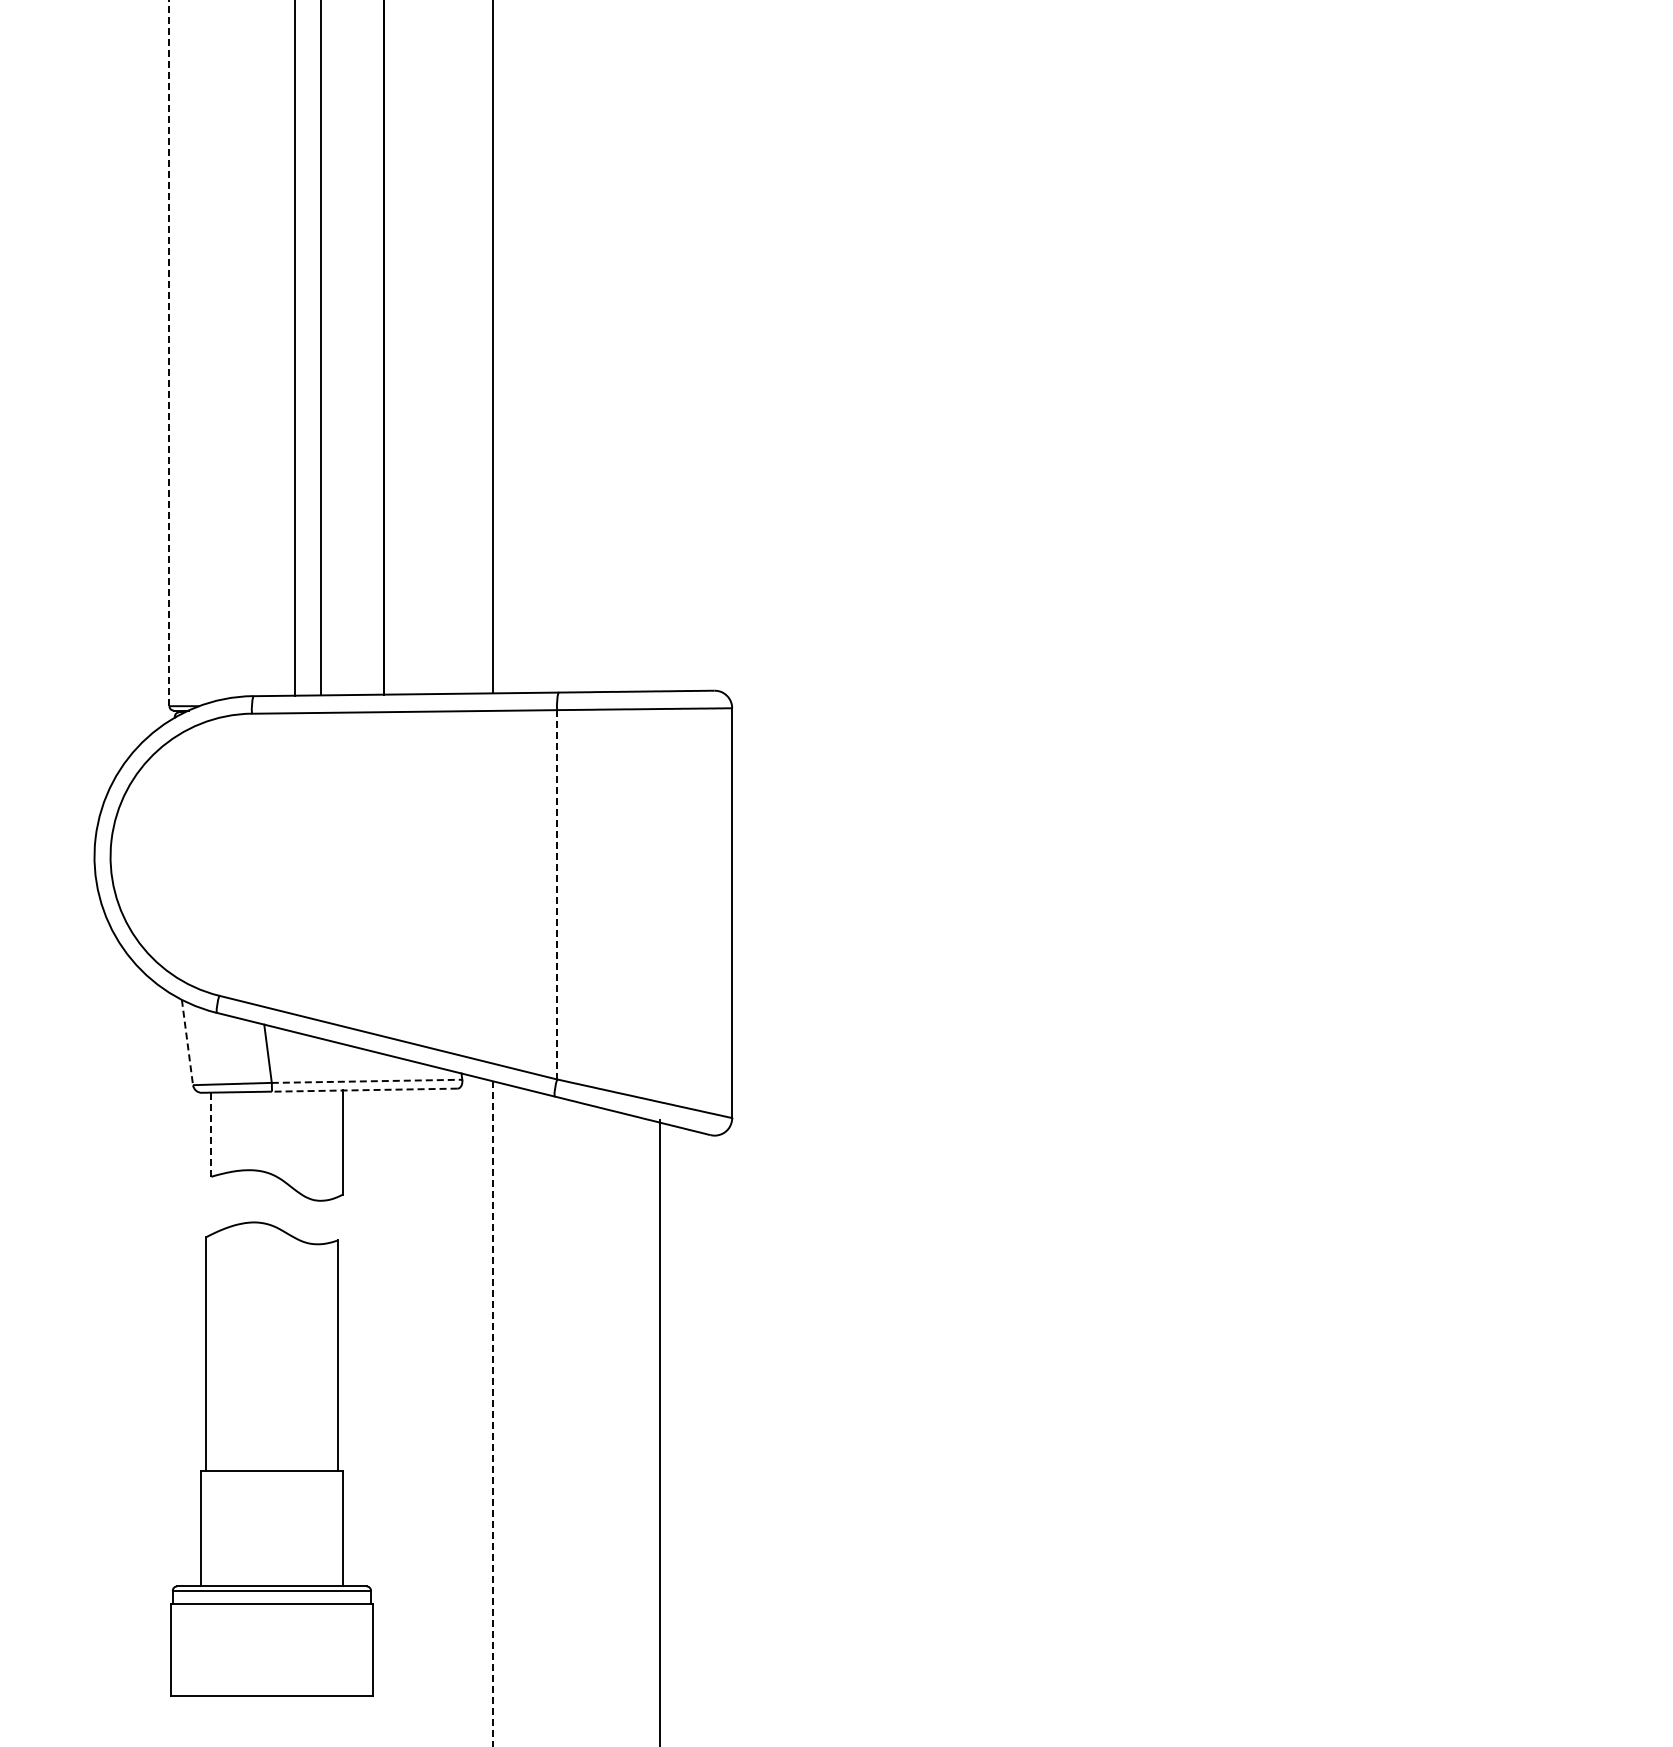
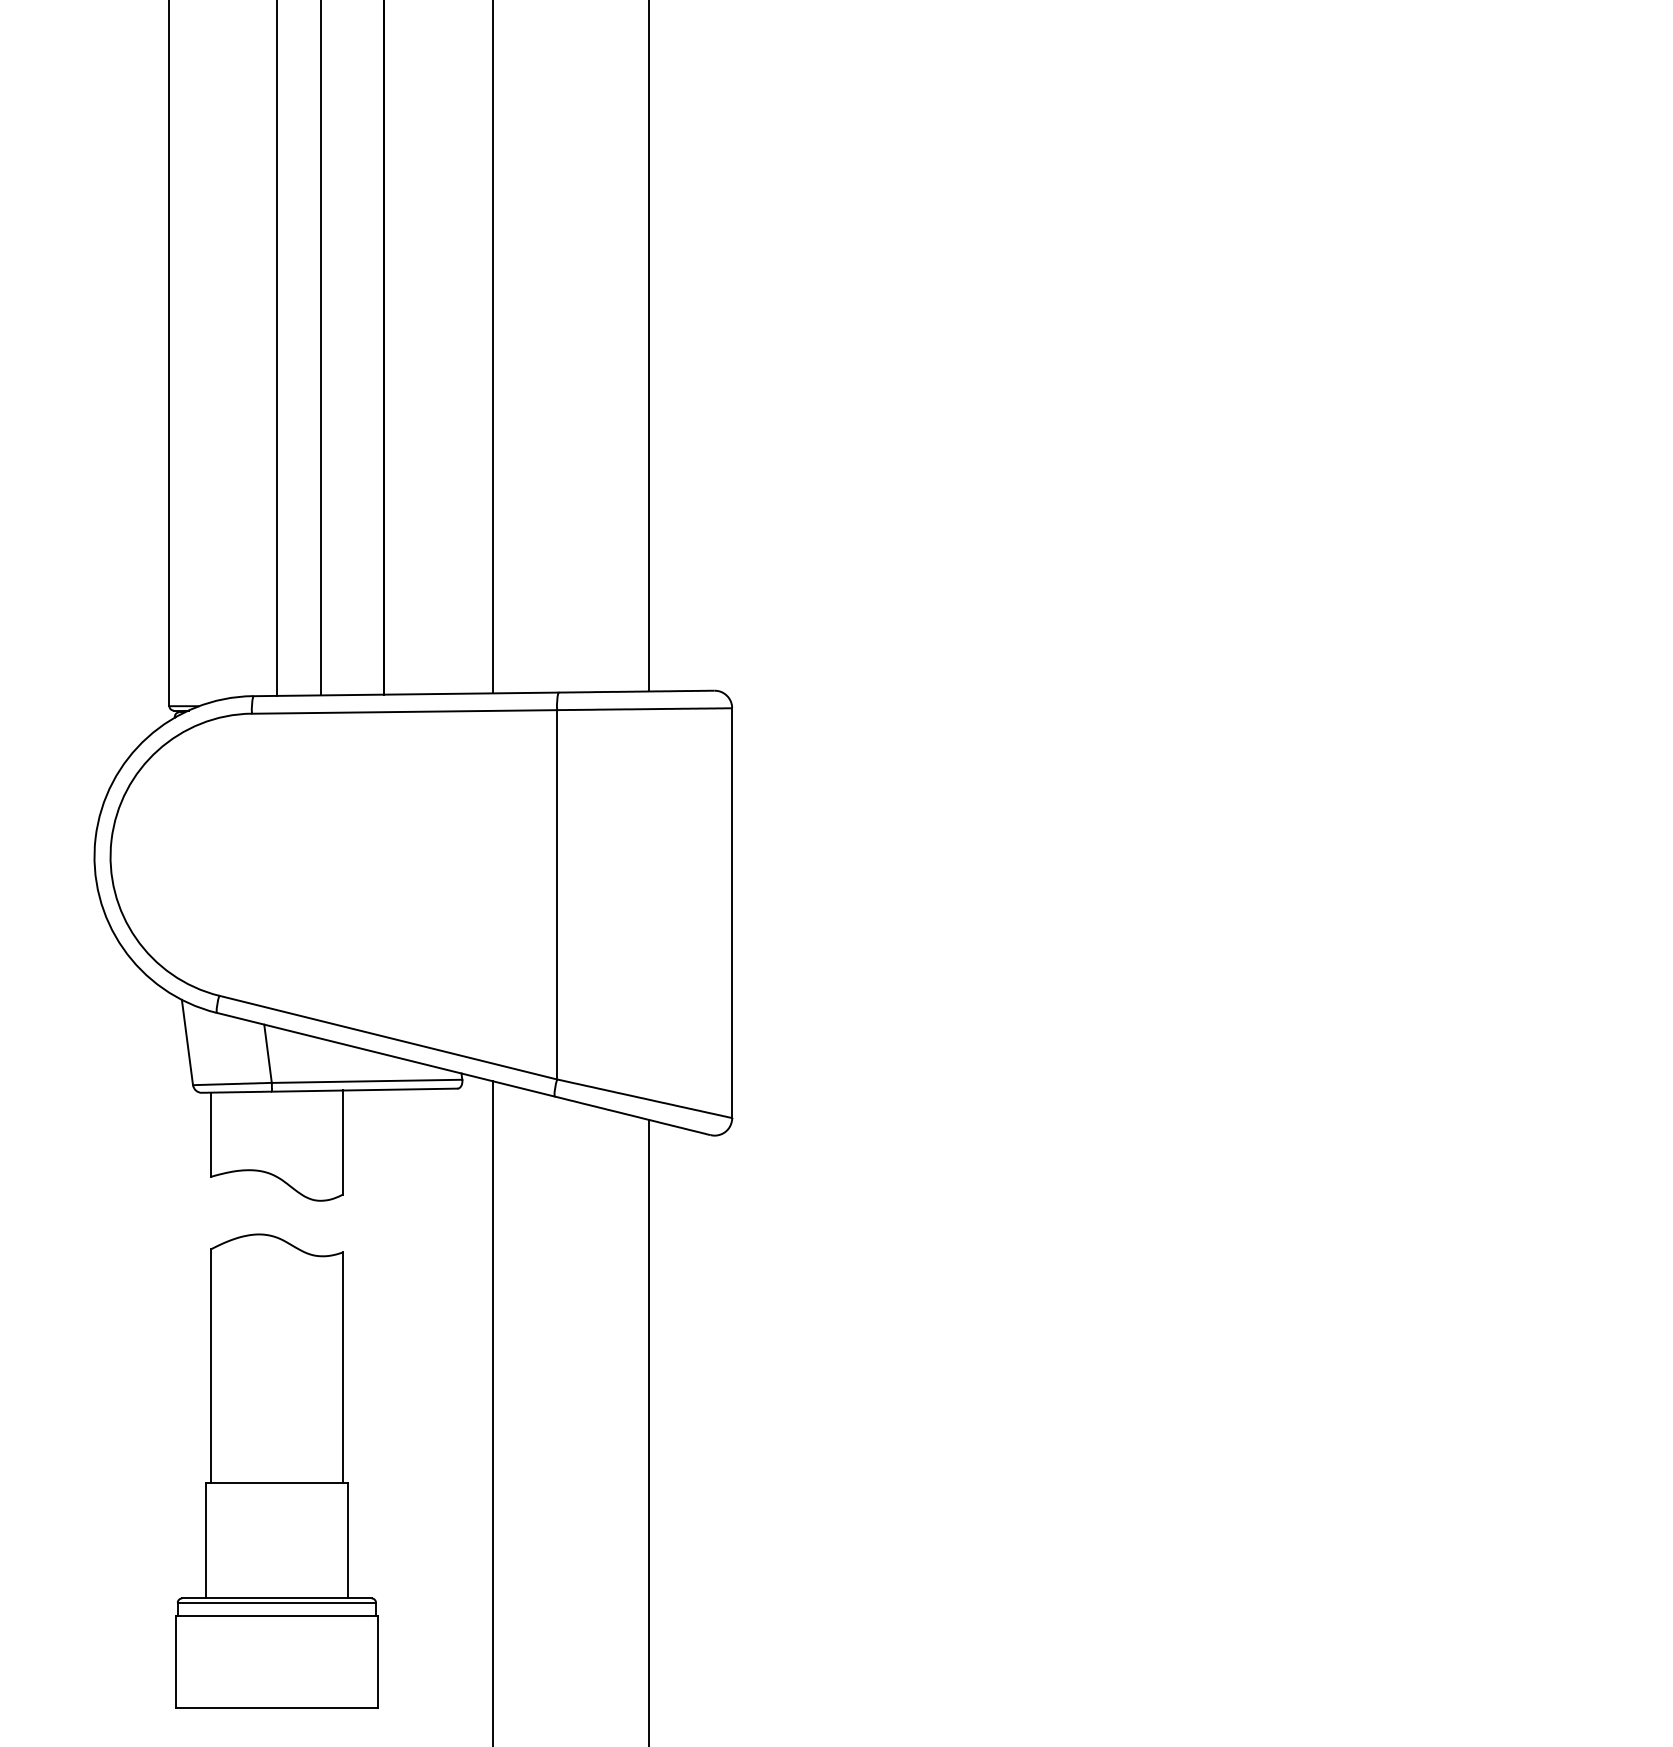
line at (648, 346): none -> present
line at (294, 348) position: (294, 348) -> (276, 348)
line at (169, 353): dashed -> solid
line at (557, 894): dashed -> solid
line at (187, 1043): dashed -> solid
line at (367, 1081): dashed -> solid
line at (364, 1090): dashed -> solid
line at (211, 1135): dashed -> solid
line at (492, 1414): dashed -> solid
line at (659, 1431) position: (659, 1431) -> (648, 1431)
part at (271, 1458) position: (271, 1458) -> (276, 1470)
